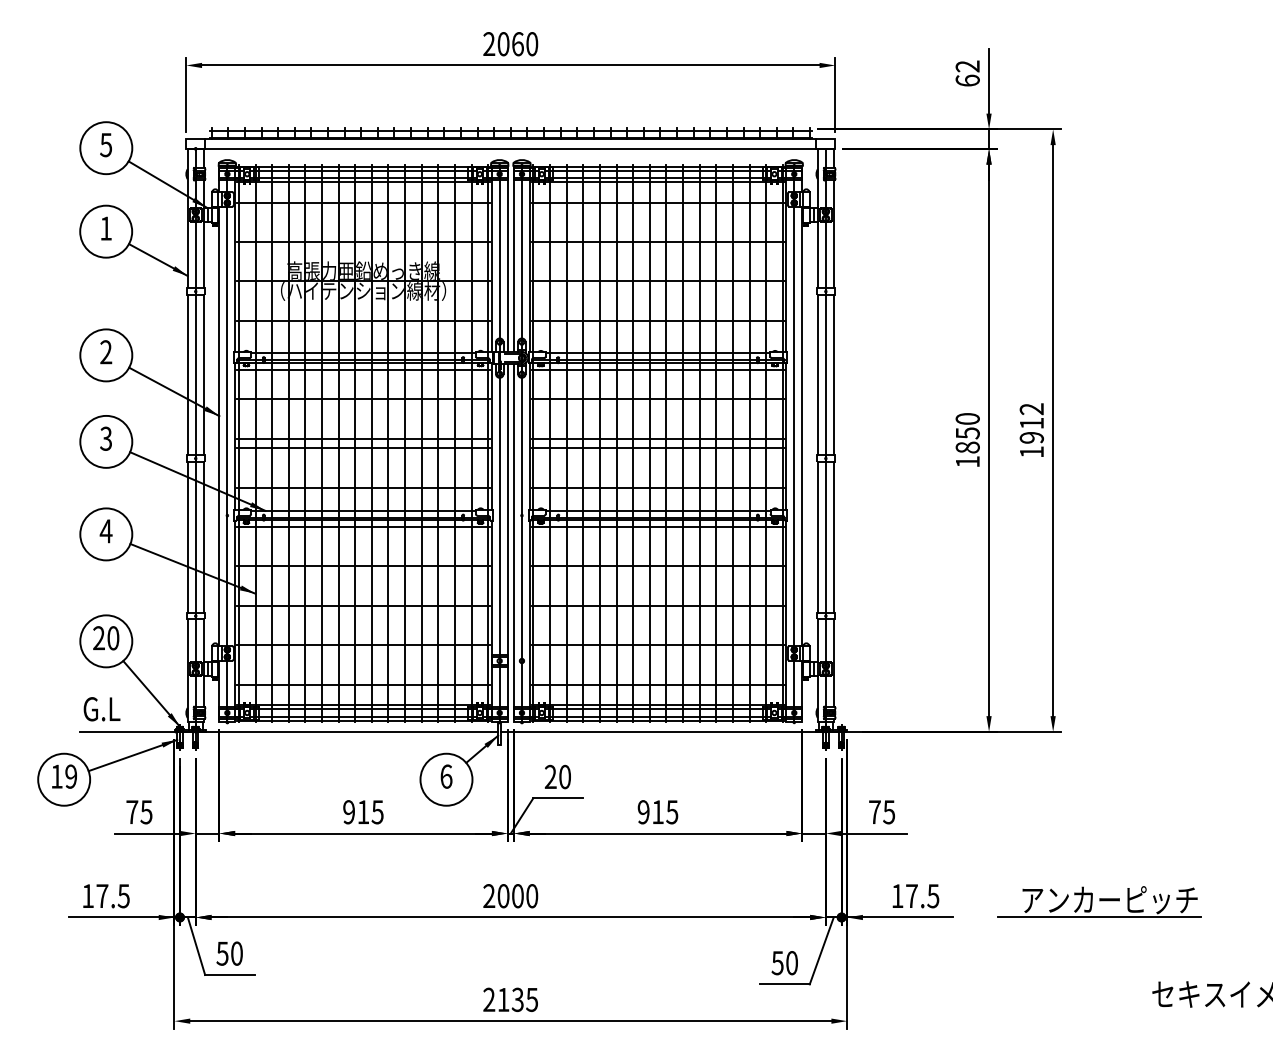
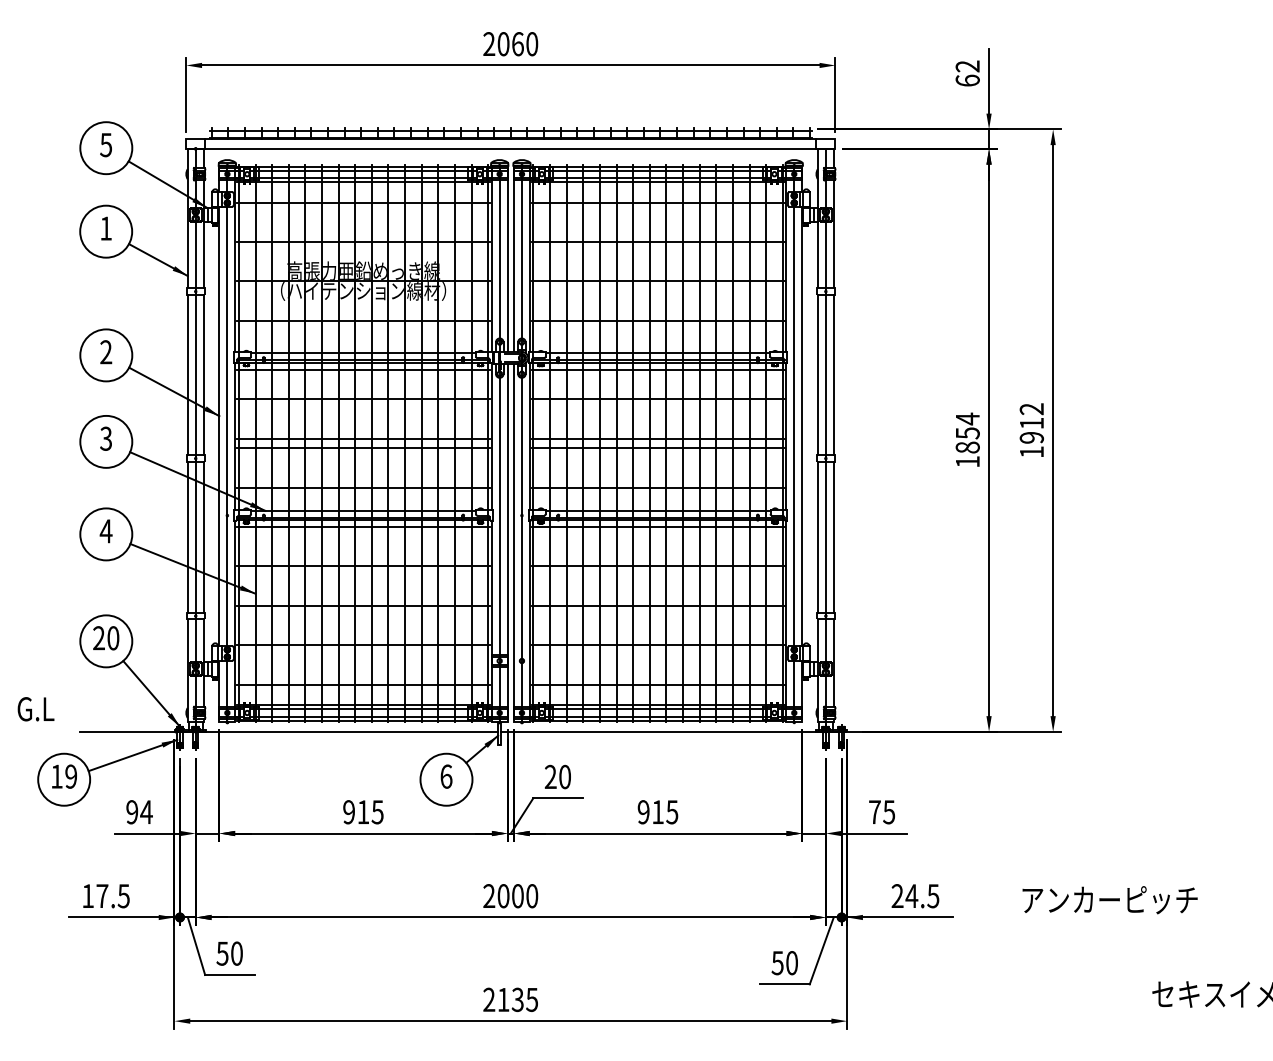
text at (967, 418): 1850 -> 1854
text at (101, 709) position: (101, 709) -> (35, 709)
text at (139, 812): 75 -> 94
text at (904, 895): 17.5 -> 24.5
line at (1099, 917): present -> none
